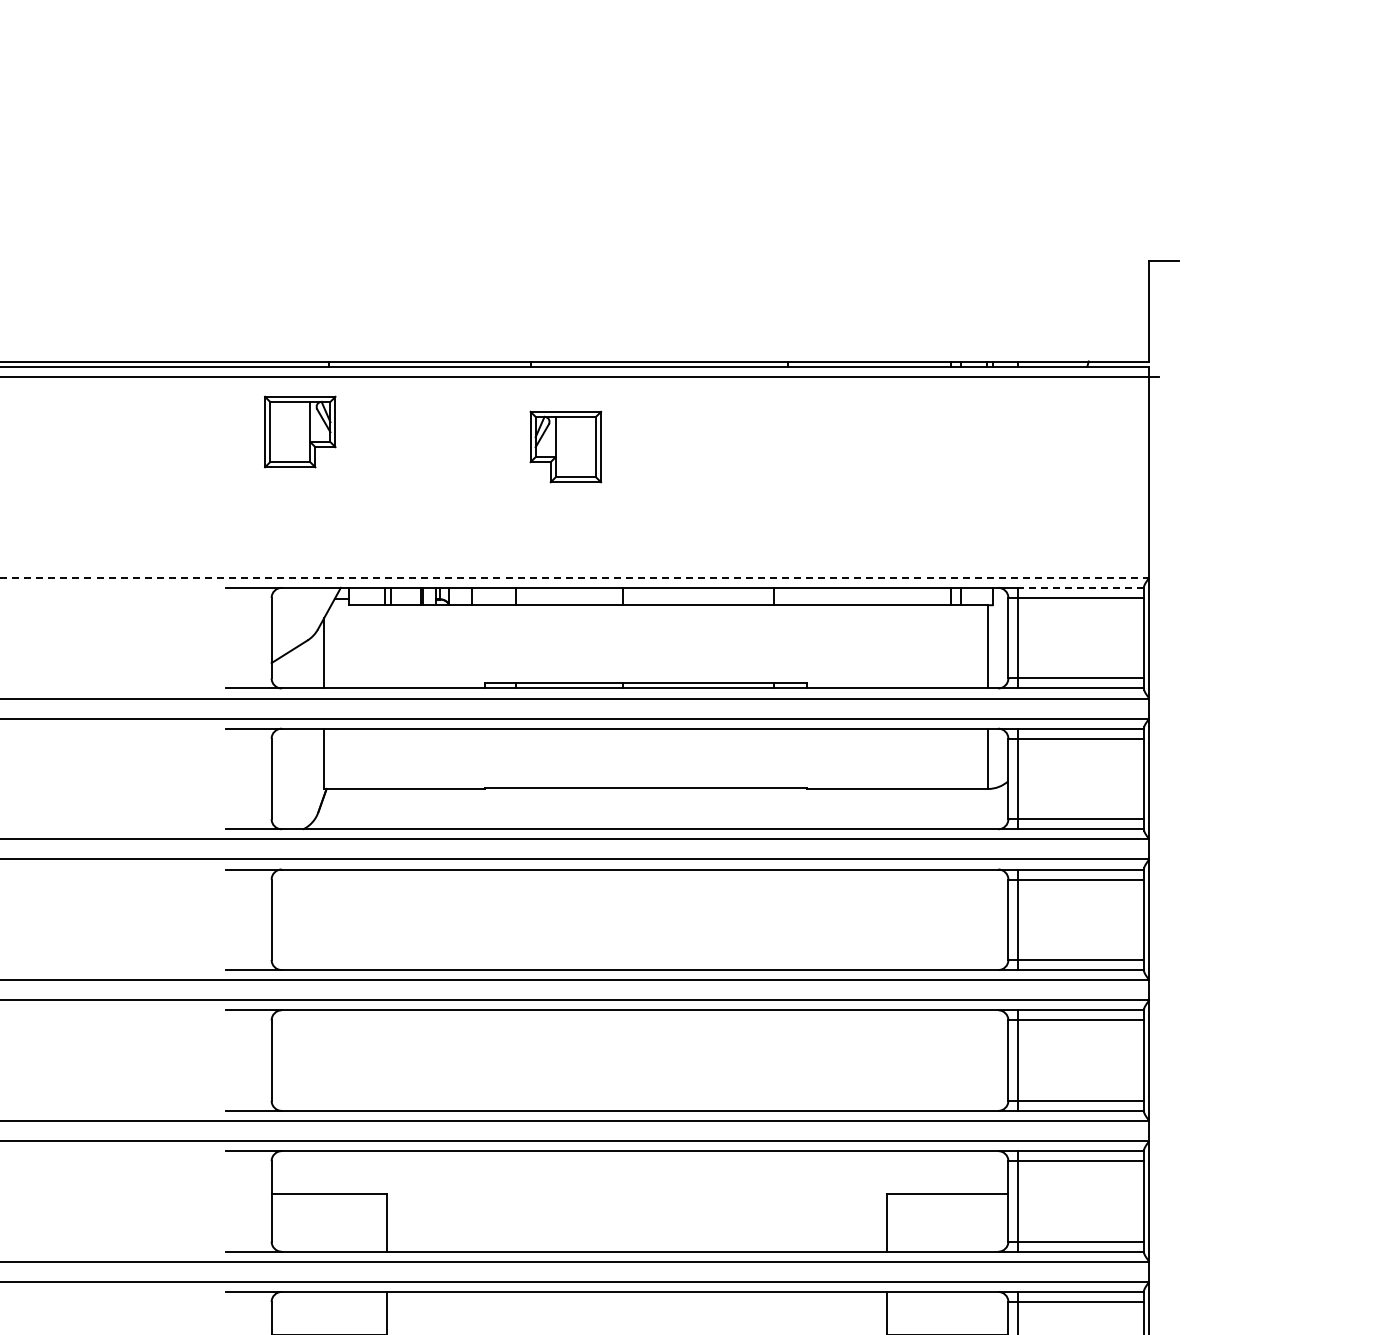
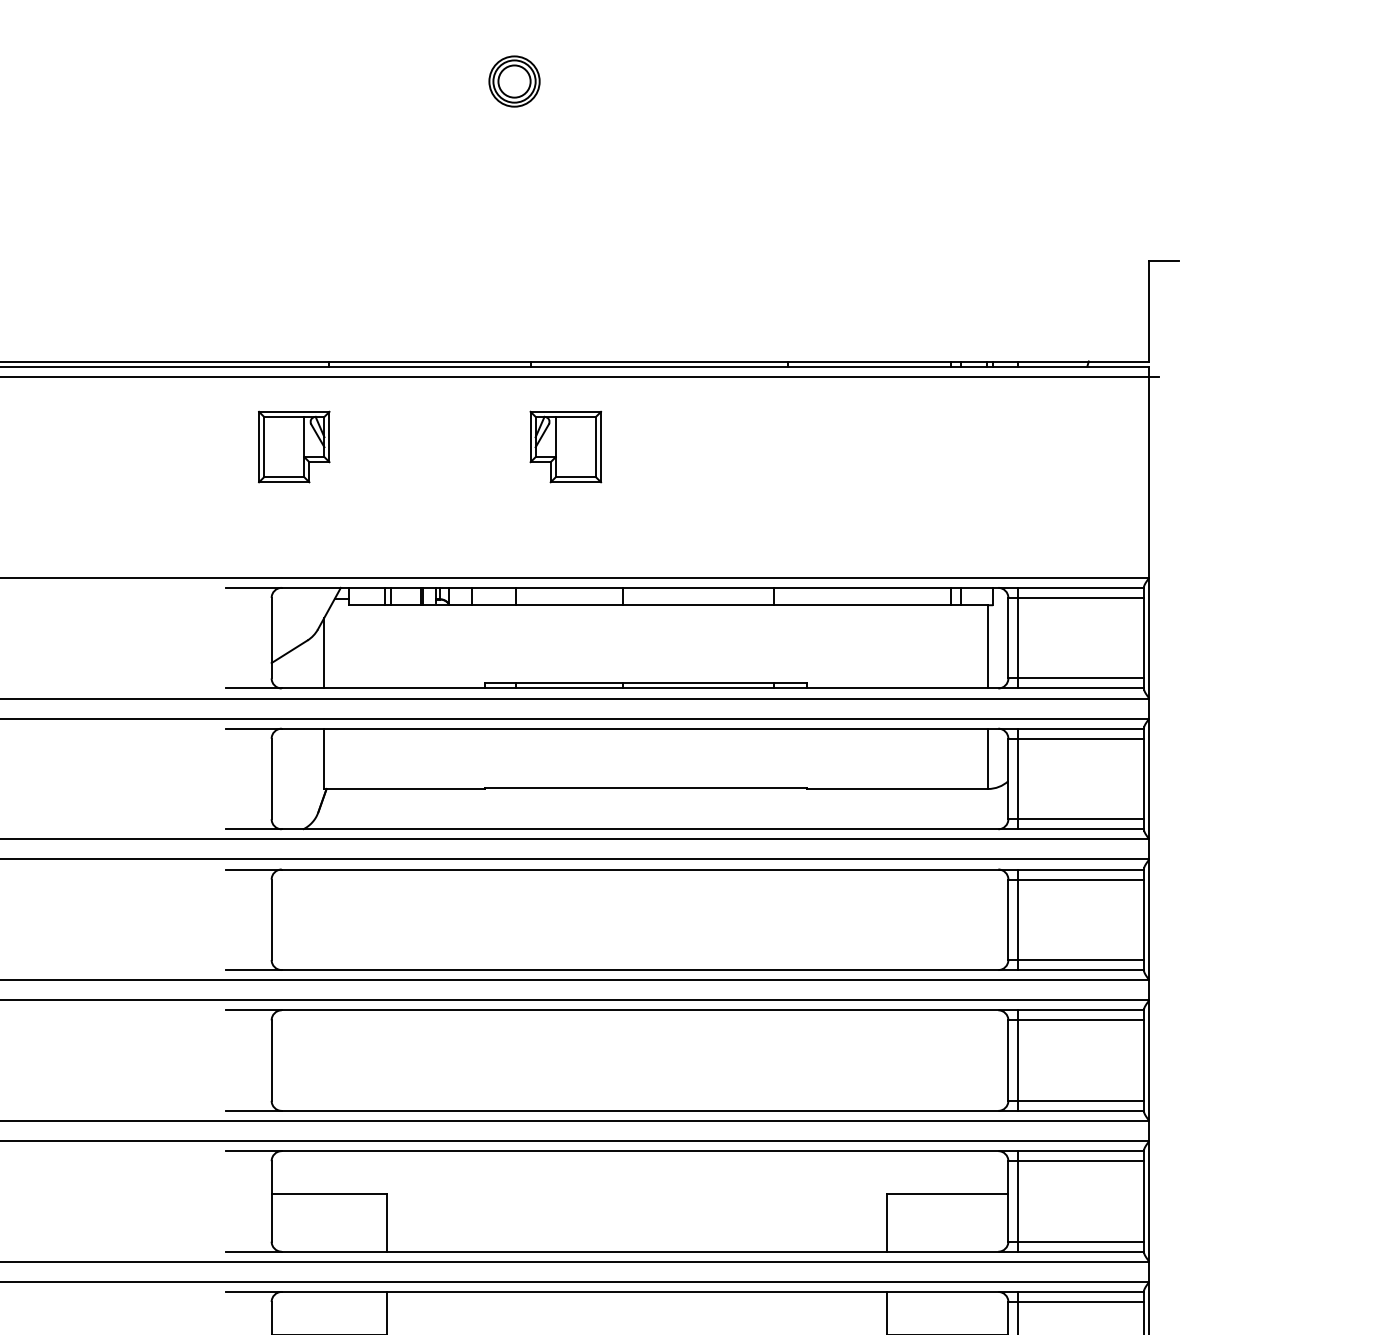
part at (514, 81): none -> present
part at (300, 431) position: (300, 431) -> (294, 446)
line at (575, 577): dashed -> solid
line at (1081, 587): dashed -> solid
